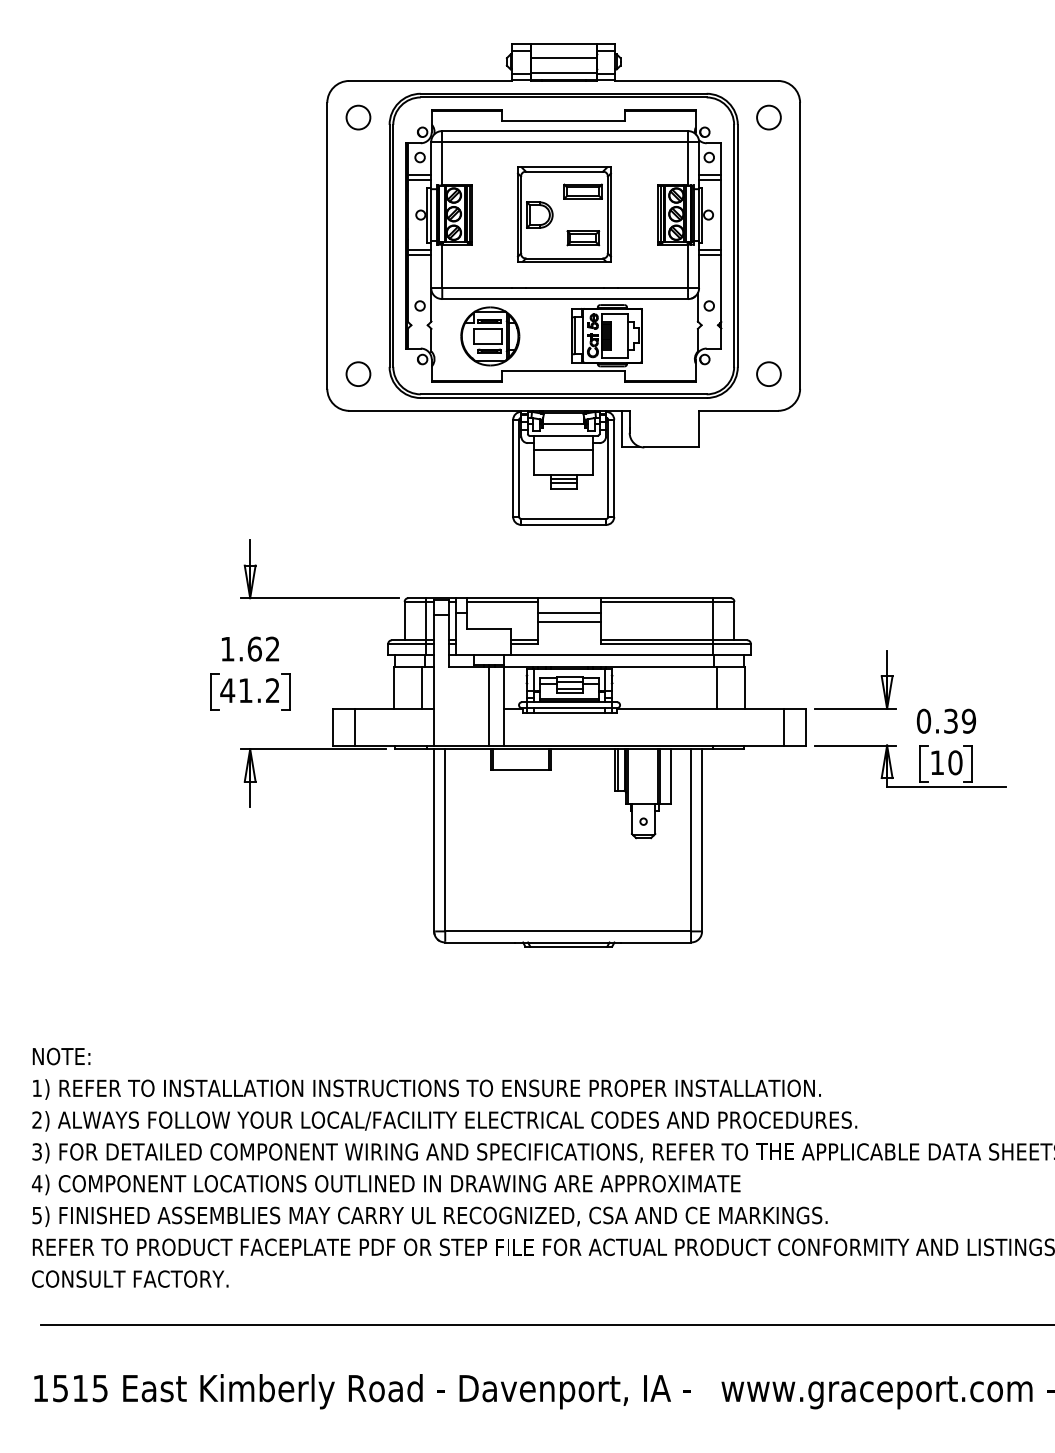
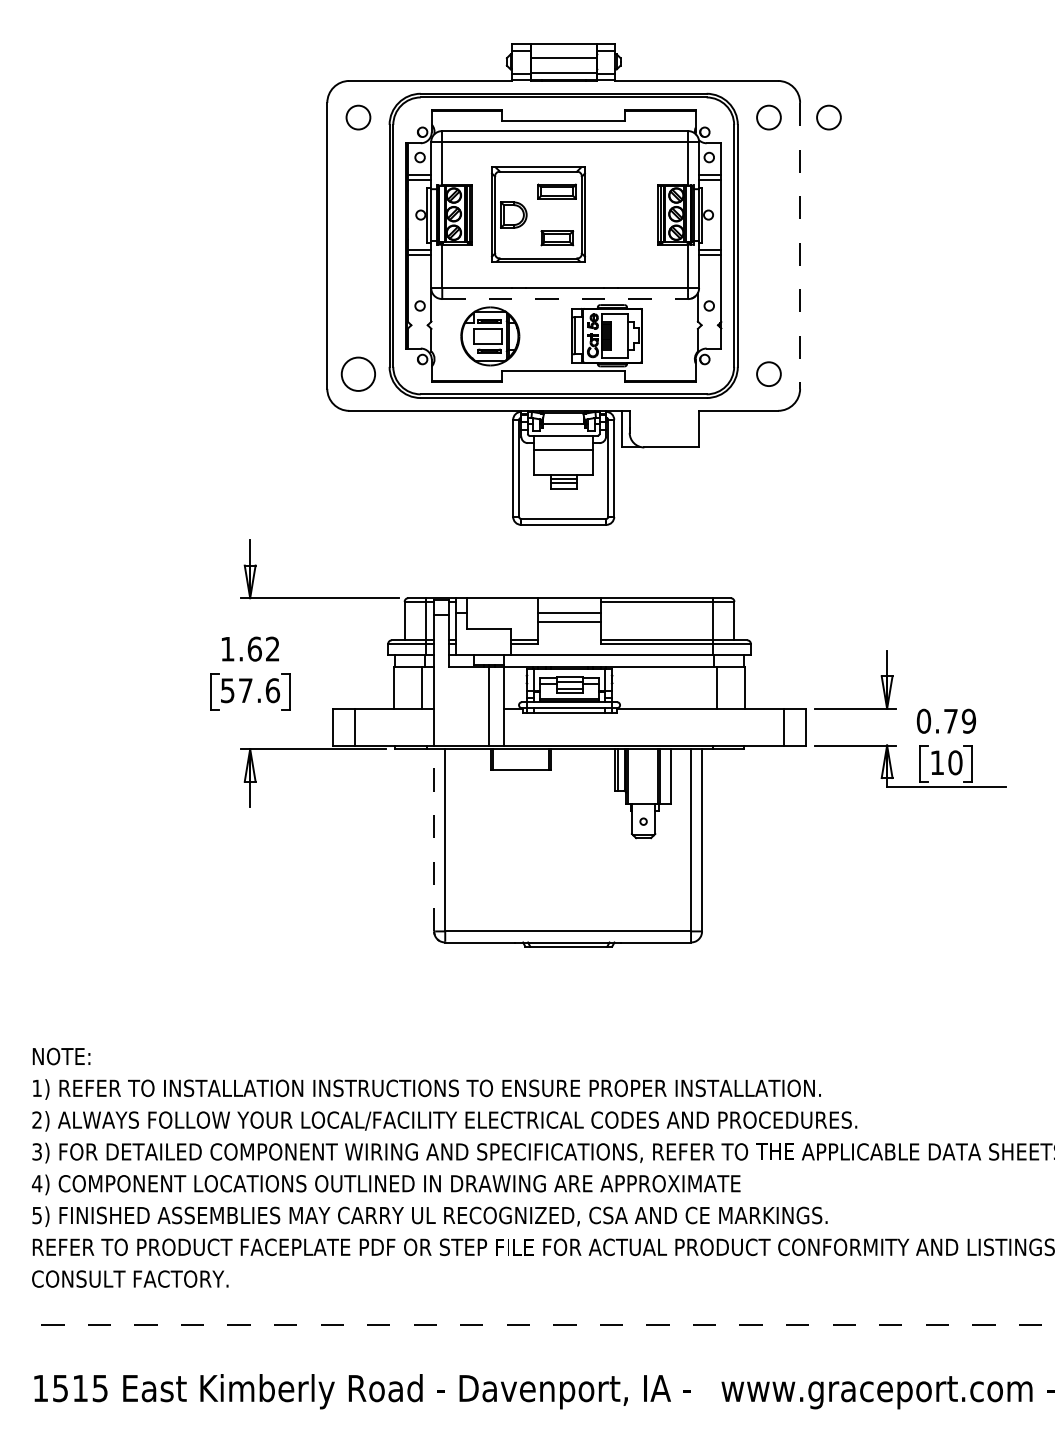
circle at (828, 117): none -> present
part at (564, 214) position: (564, 214) -> (538, 214)
line at (800, 245): solid -> dashed
line at (565, 299): solid -> dashed
circle at (358, 373) size: 27x26 px -> 36x36 px
line at (502, 601): present -> none
text at (250, 690): 41.2 -> 57.6
text at (950, 720): 0.39 -> 0.79
line at (434, 839): solid -> dashed
line at (548, 1325): solid -> dashed
